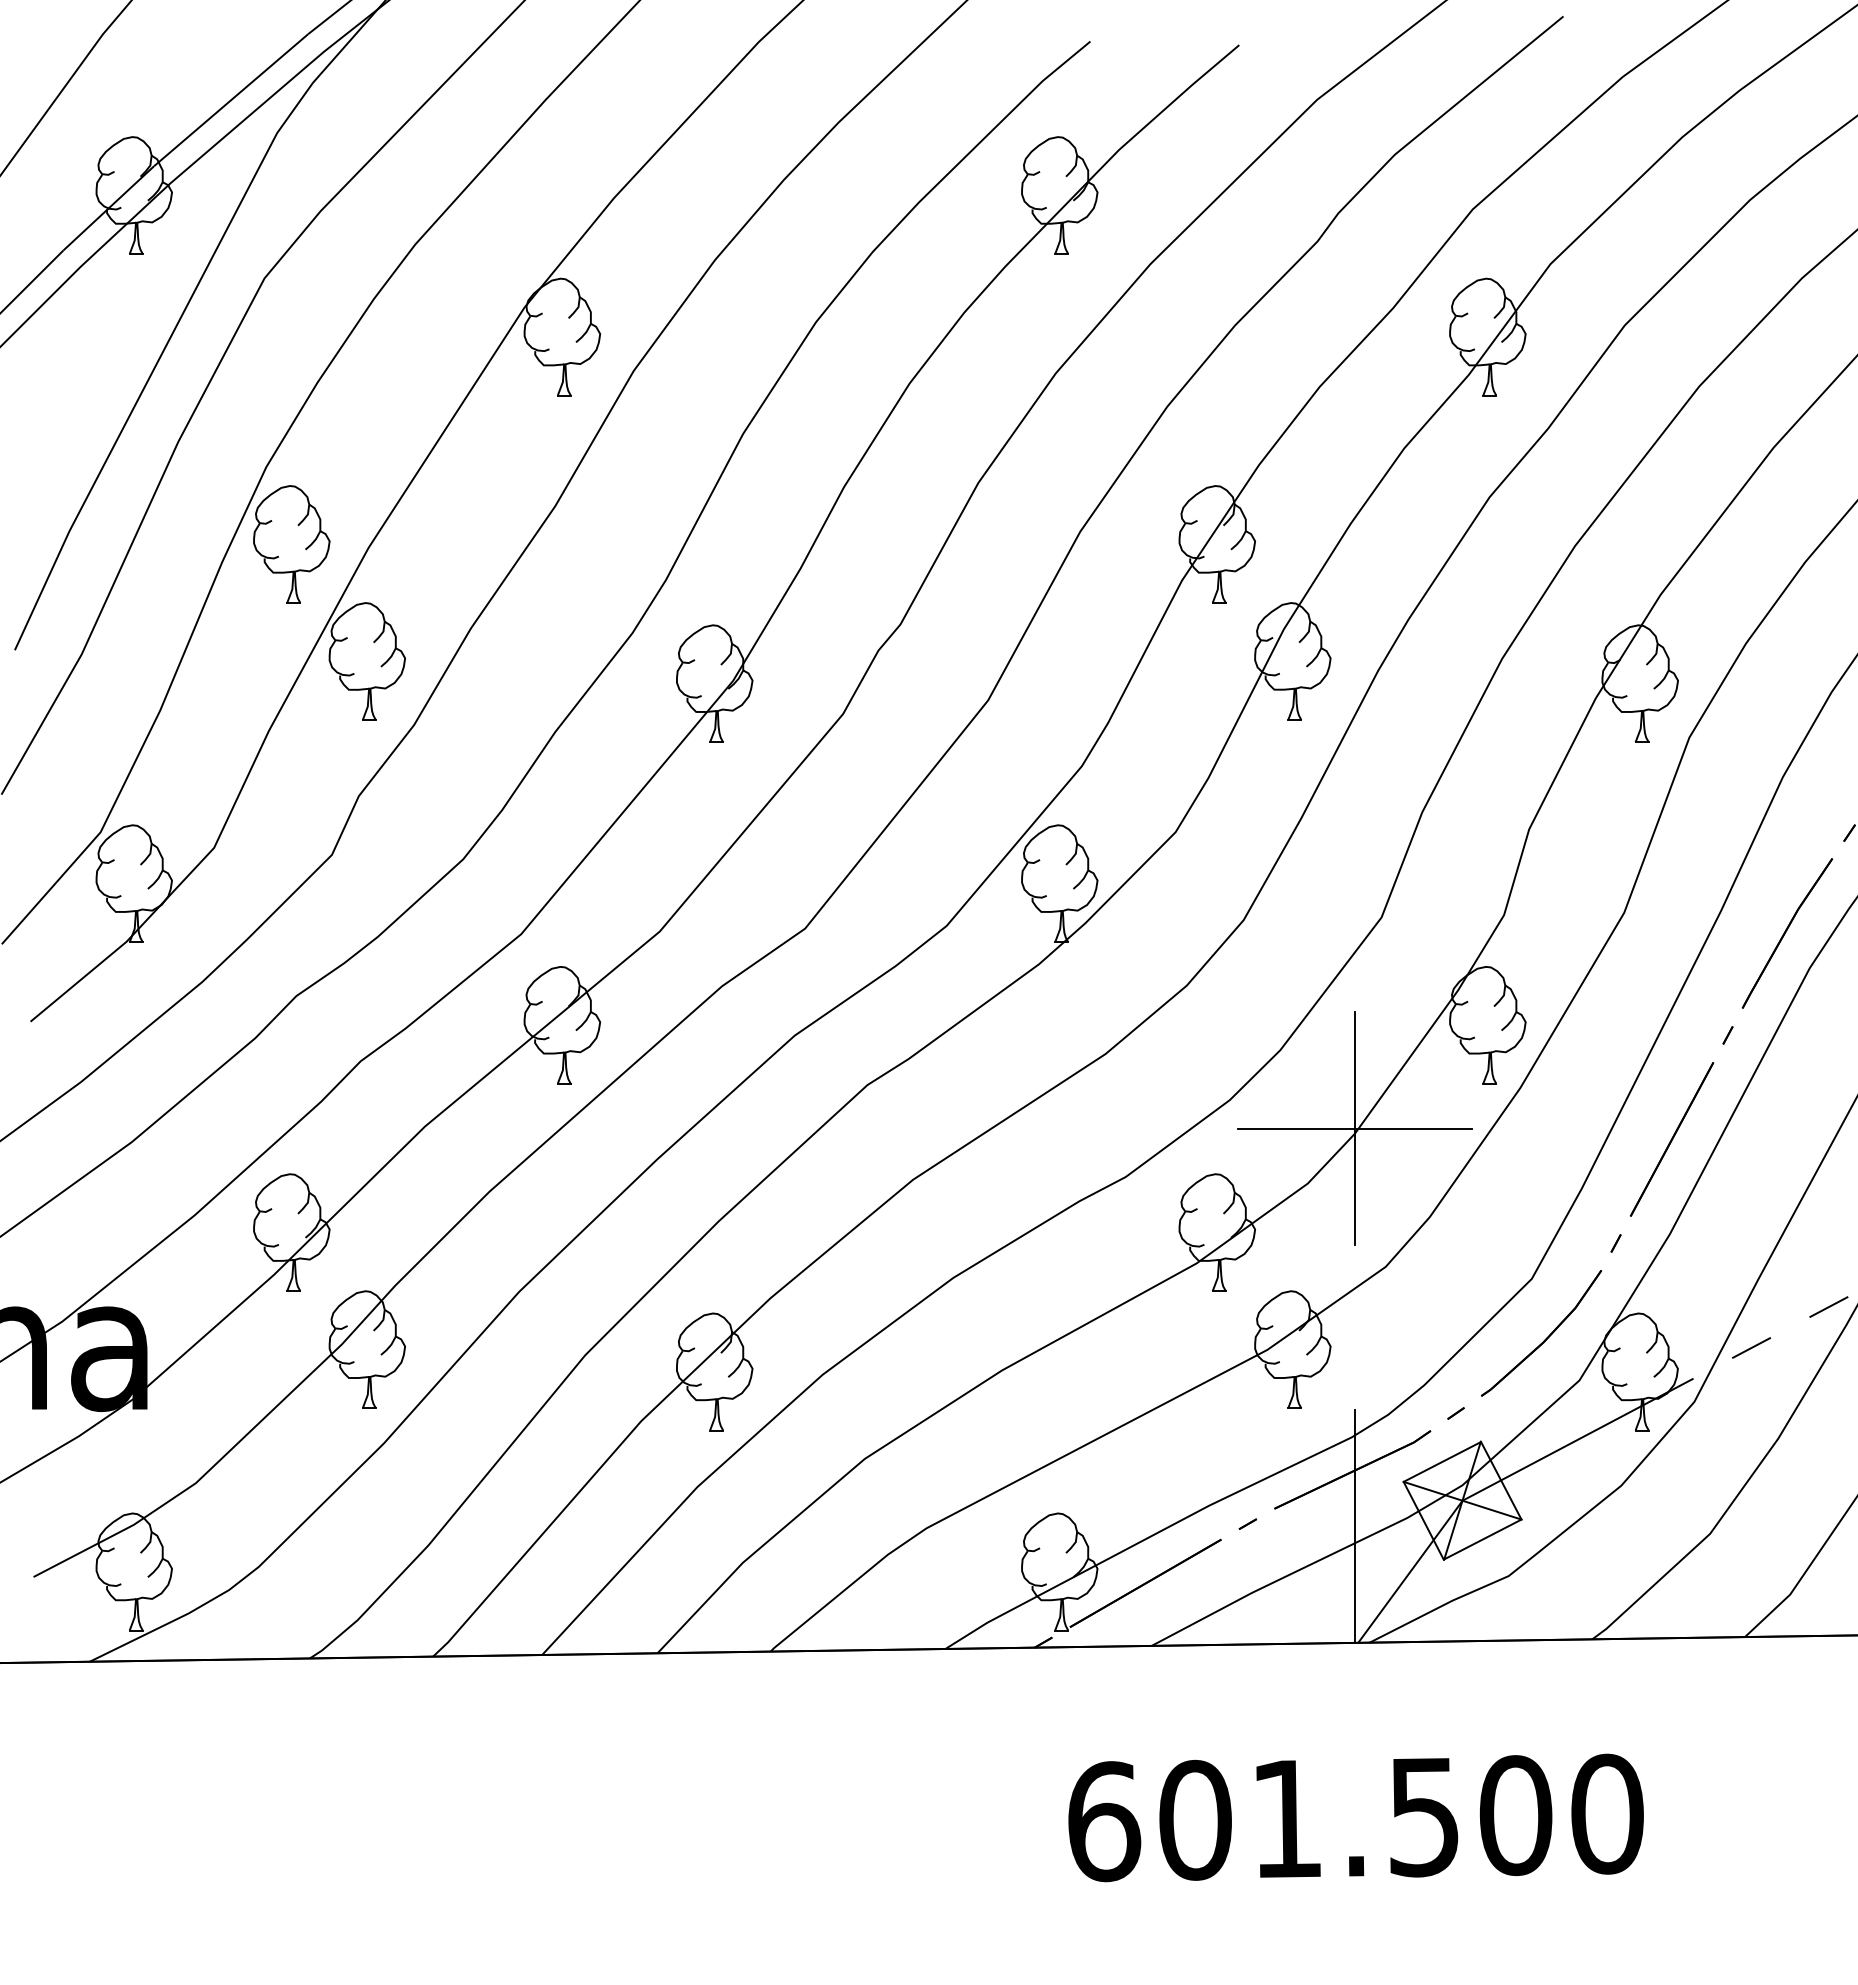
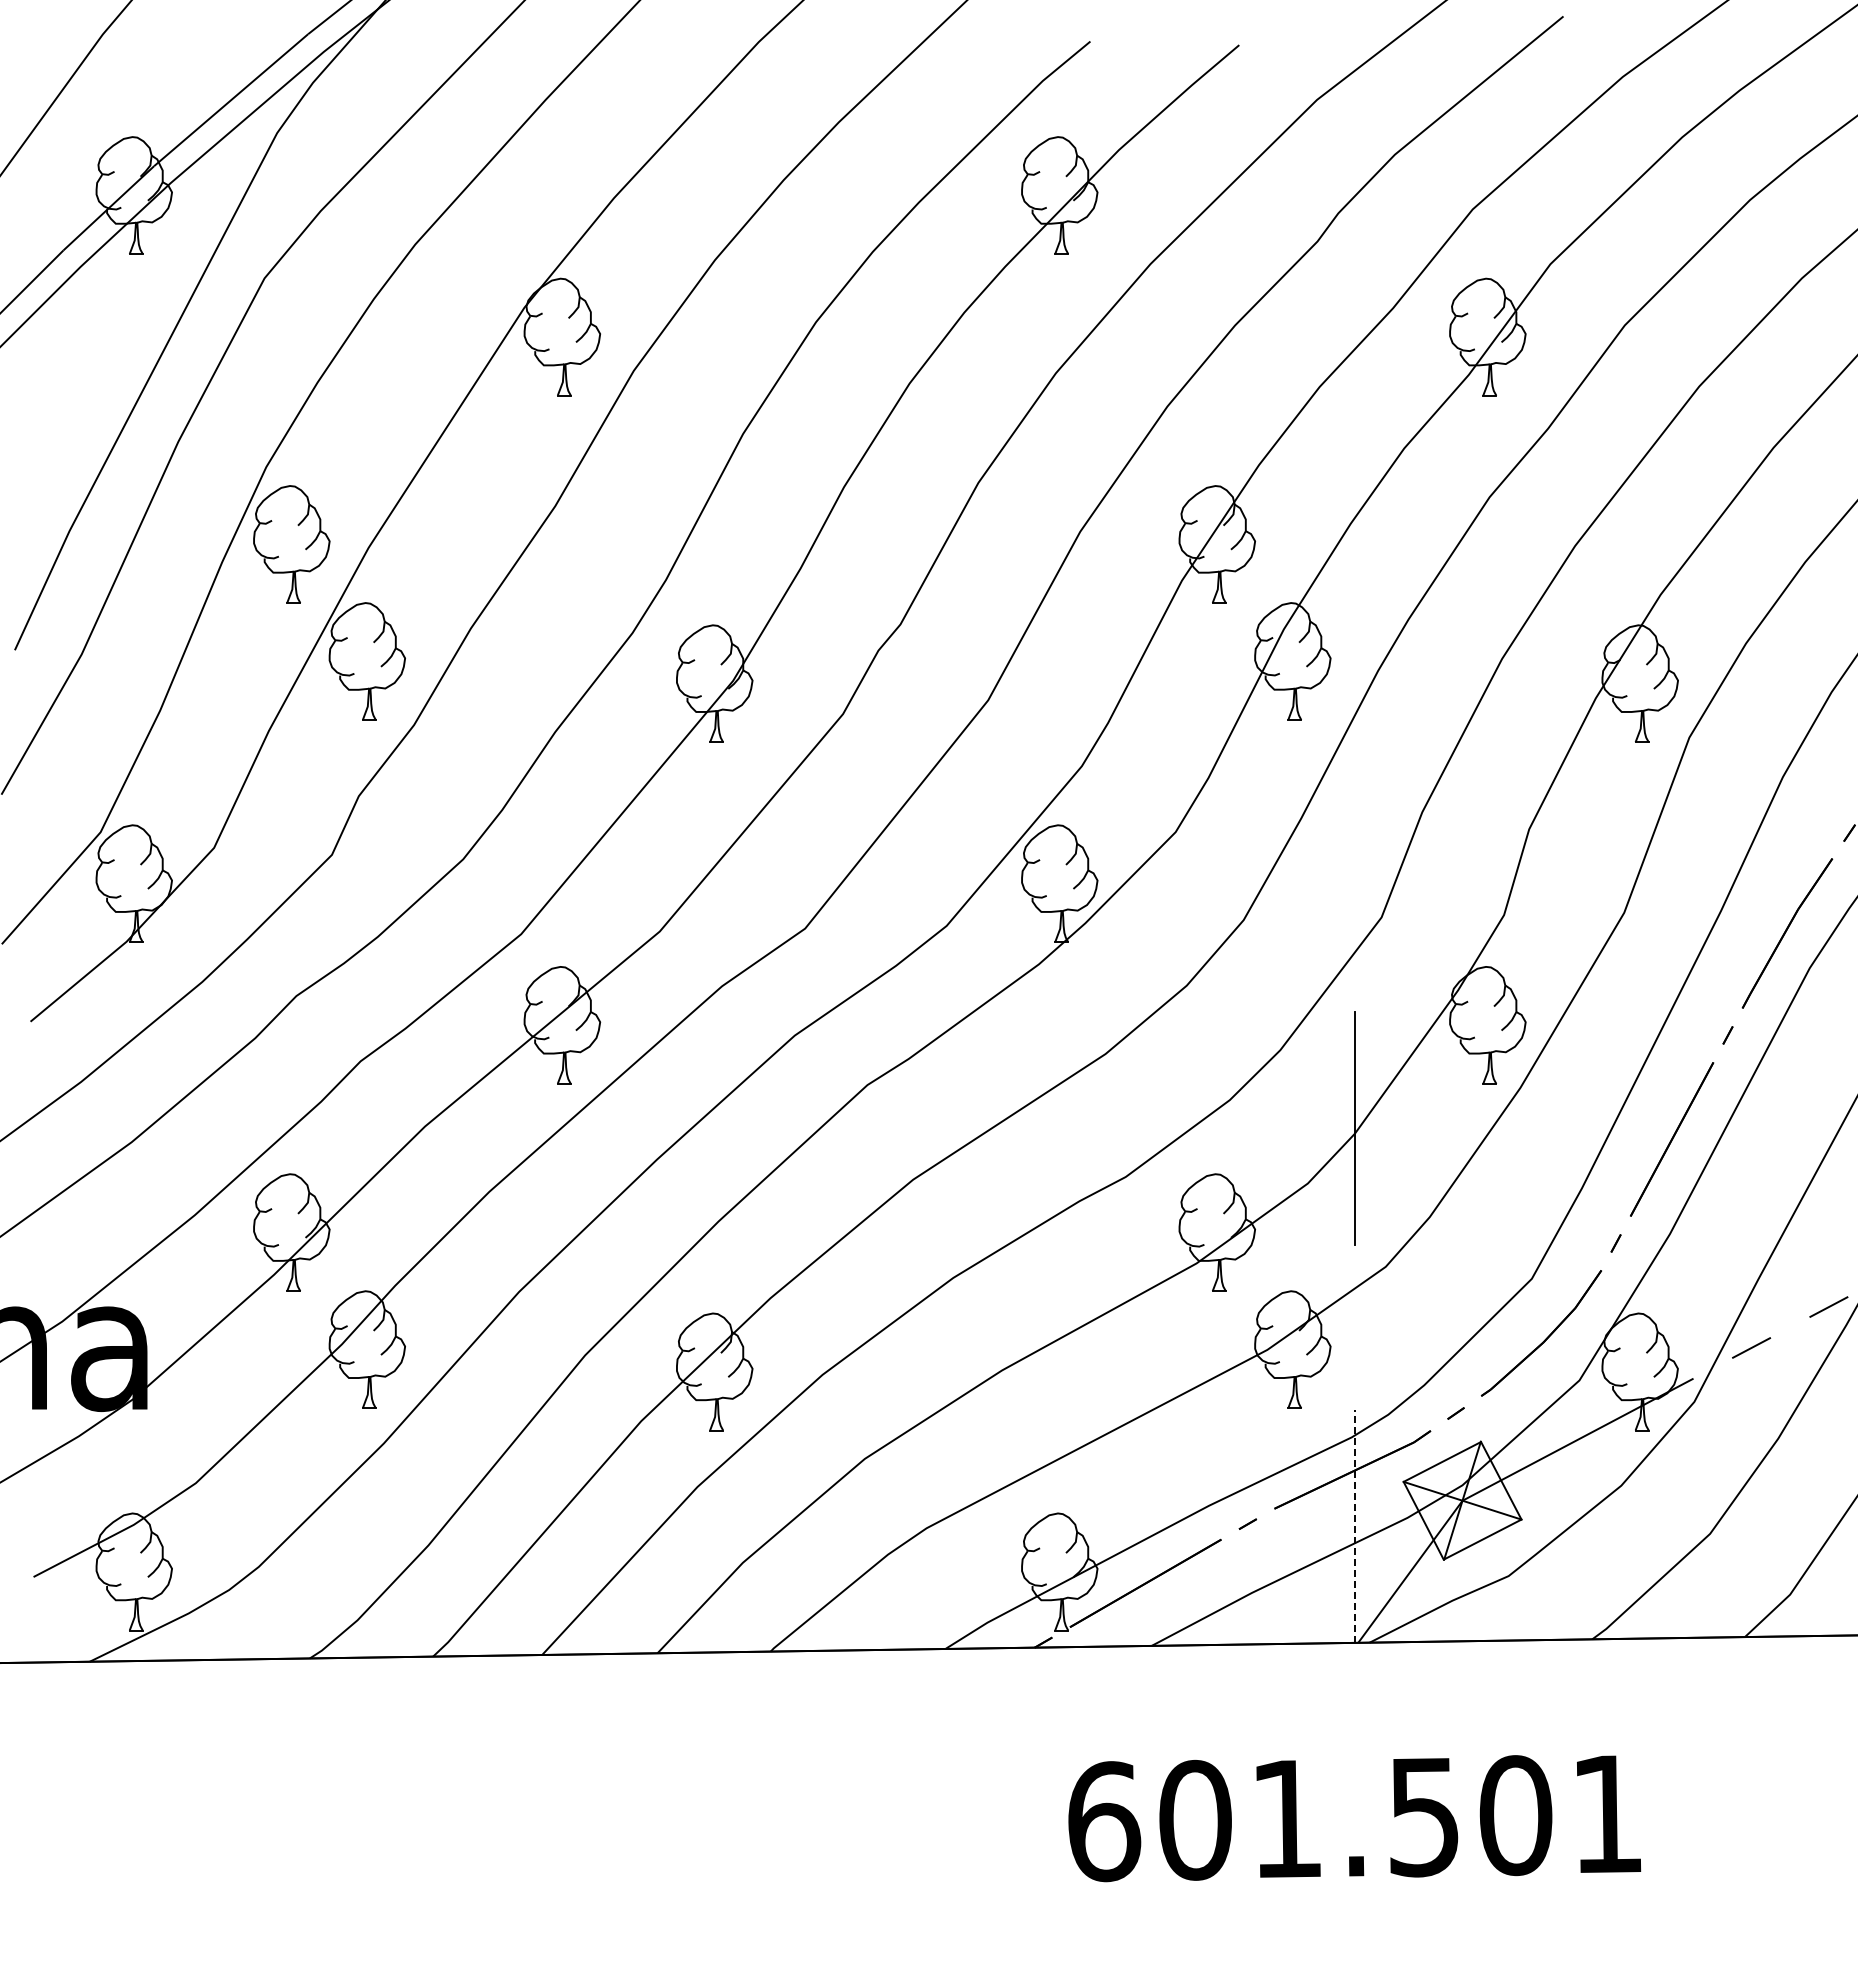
line at (1354, 1128): present -> none
line at (1355, 1526): solid -> dashed
text at (1607, 1813): 601.500 -> 601.501
